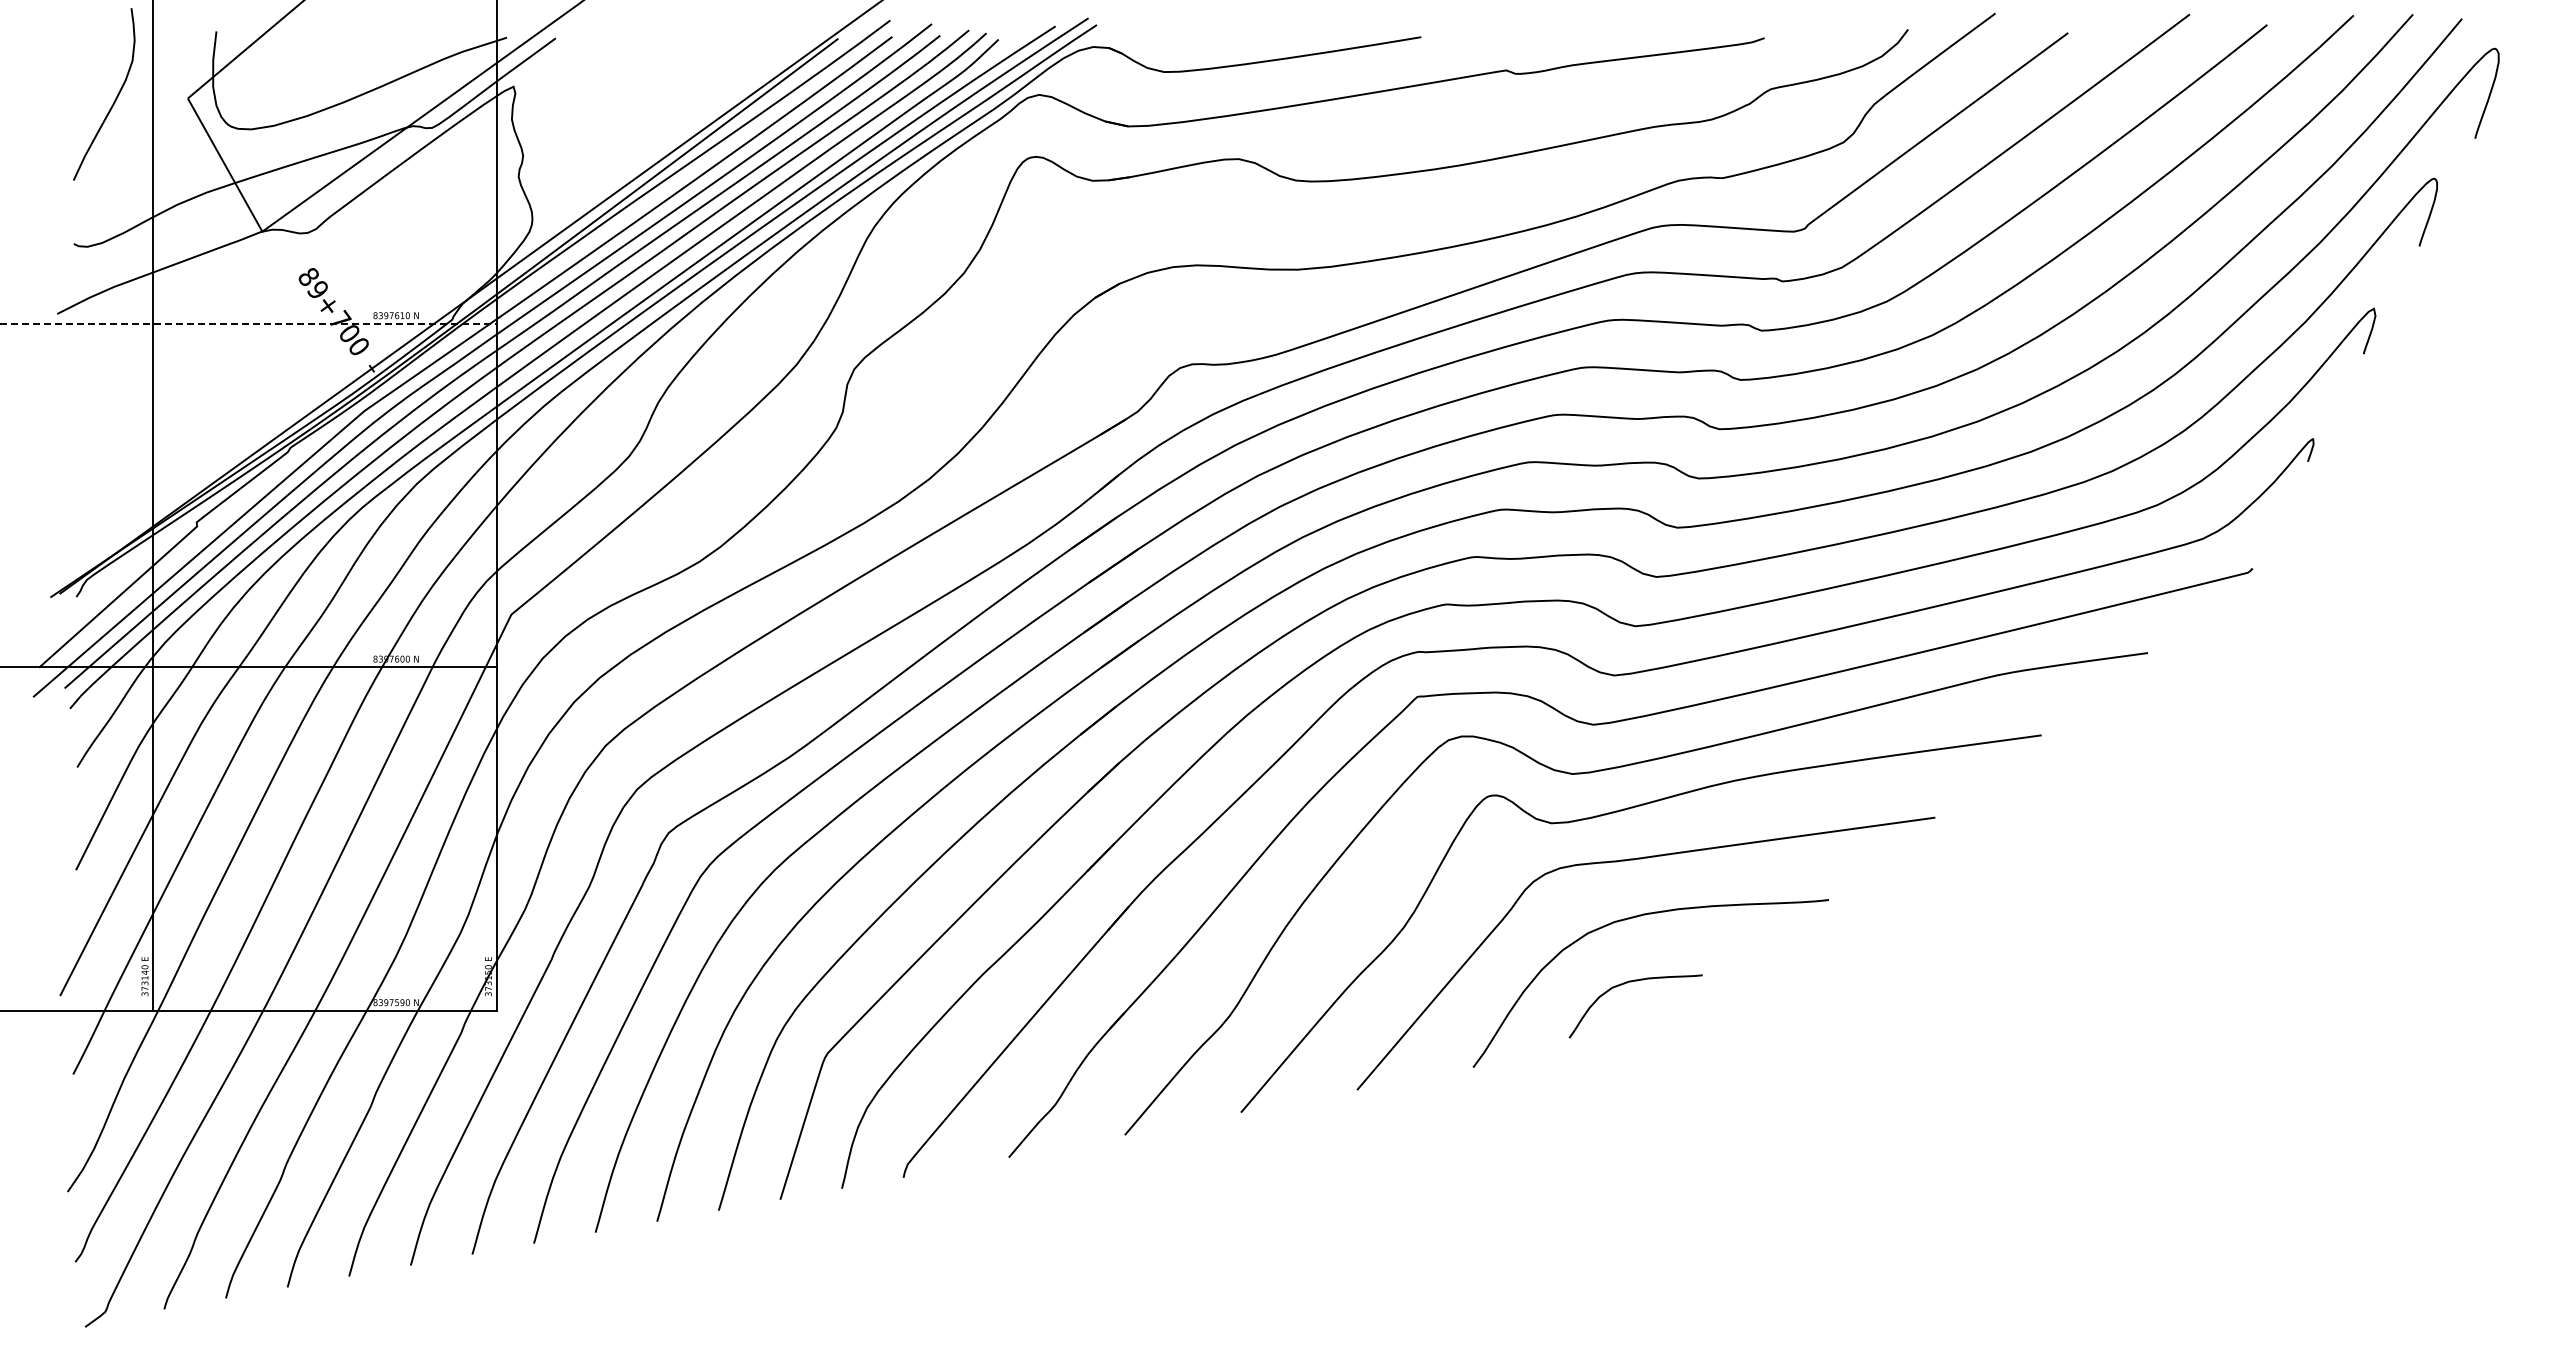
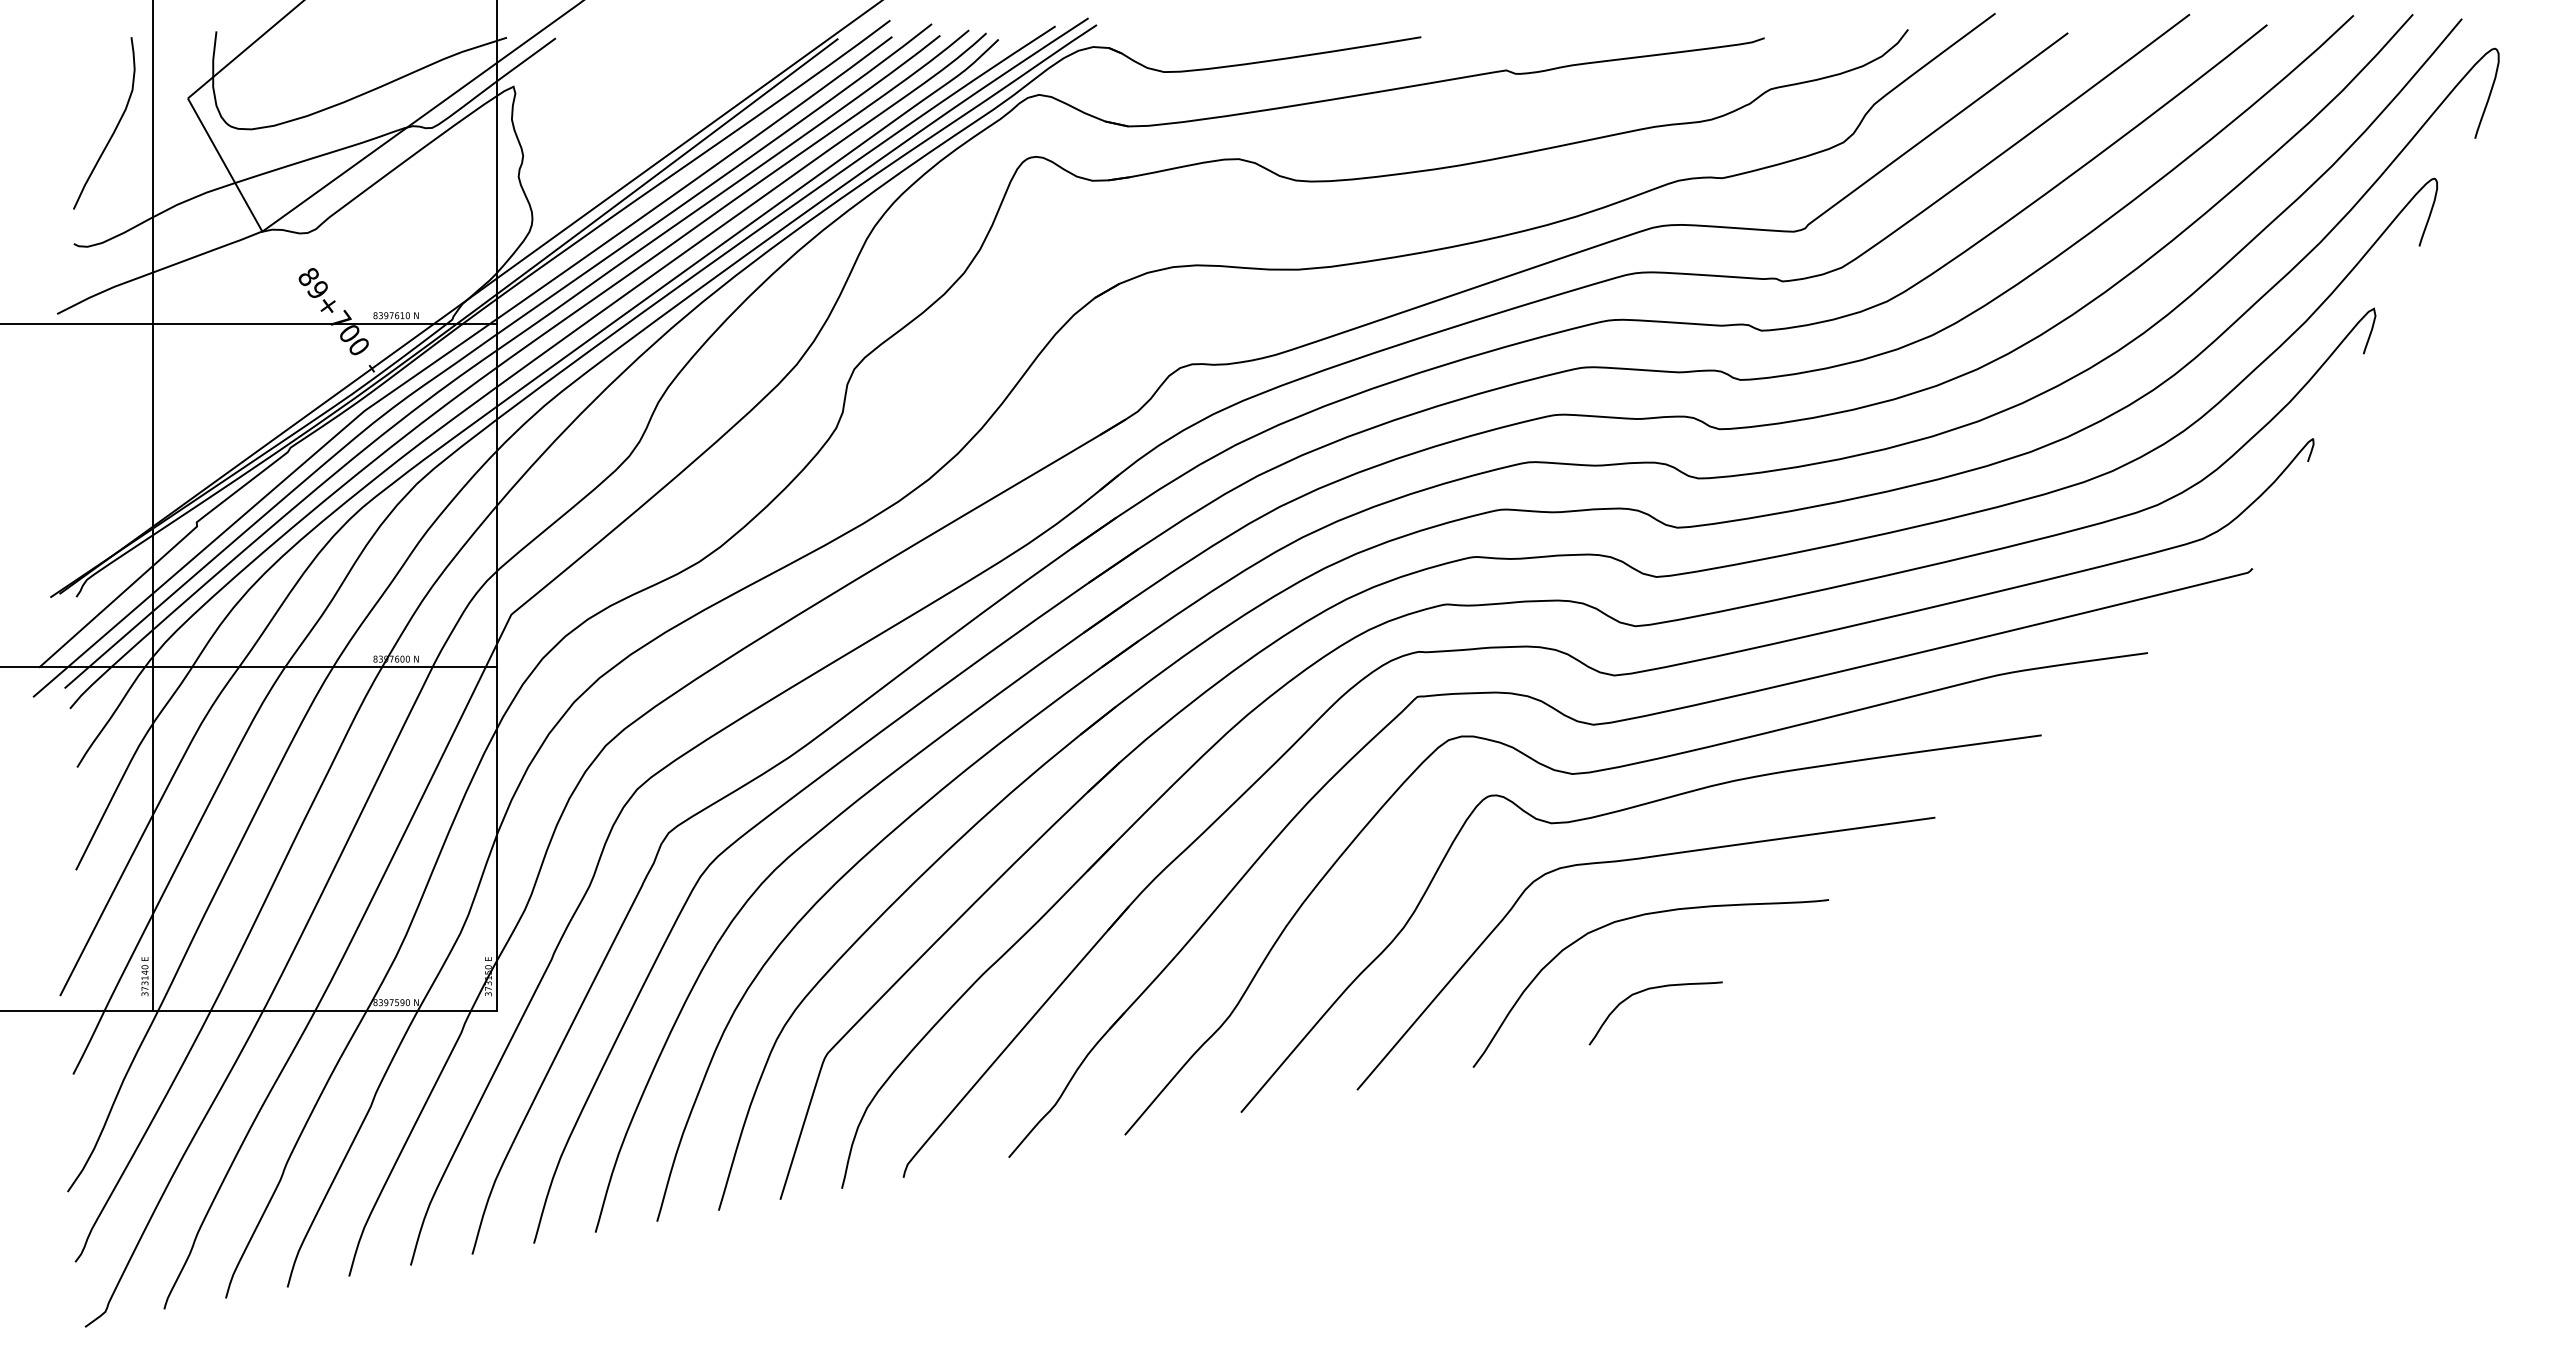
curve at (114, 100) position: (114, 100) -> (114, 129)
line at (248, 323): dashed -> solid
curve at (1631, 982) position: (1631, 982) -> (1651, 989)
